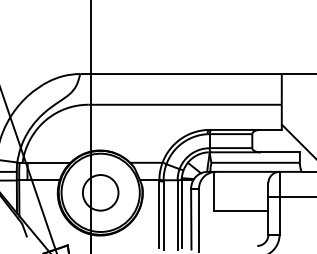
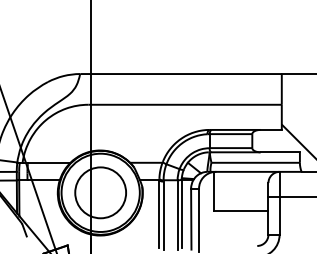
circle at (100, 192) diameter: 36 px -> 51 px
